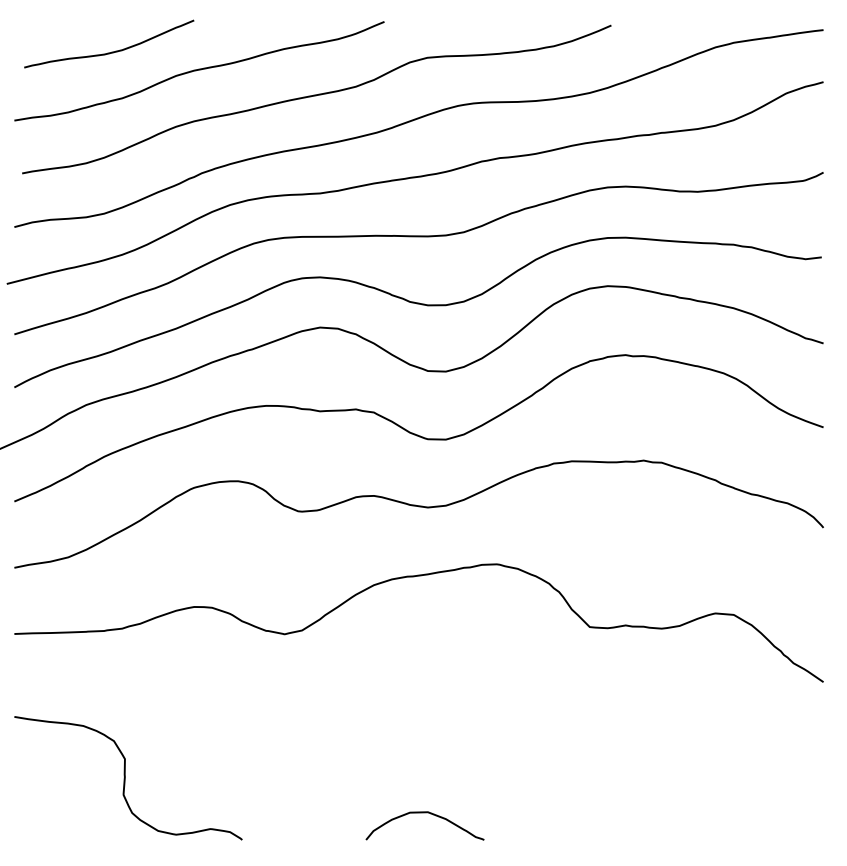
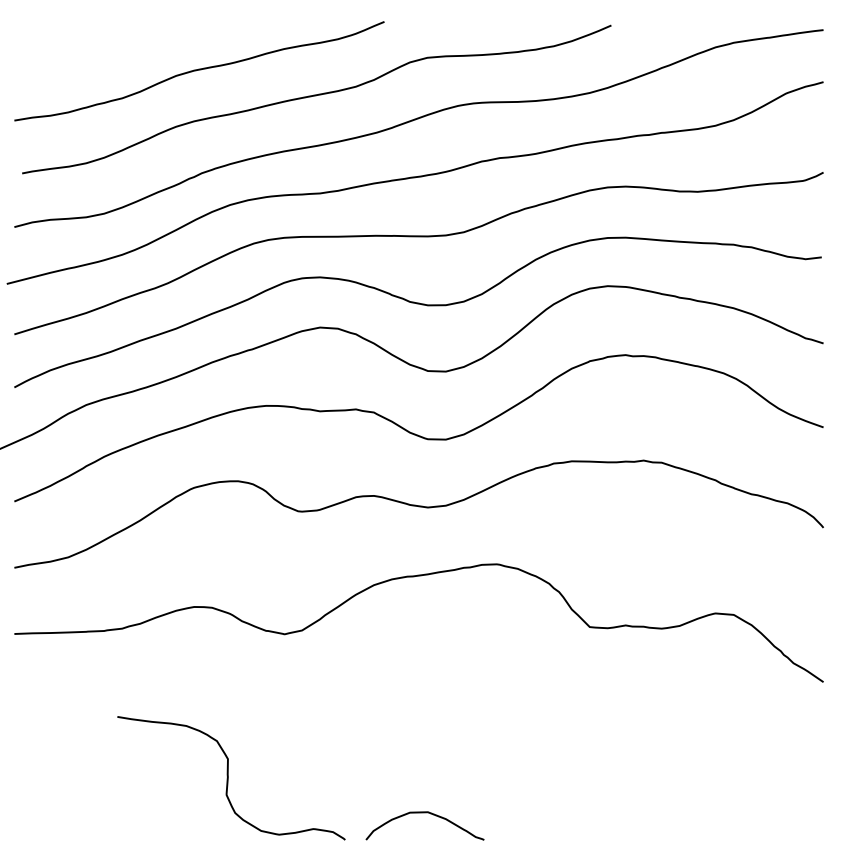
curve at (111, 51): present -> none
curve at (125, 778) position: (125, 778) -> (228, 778)
